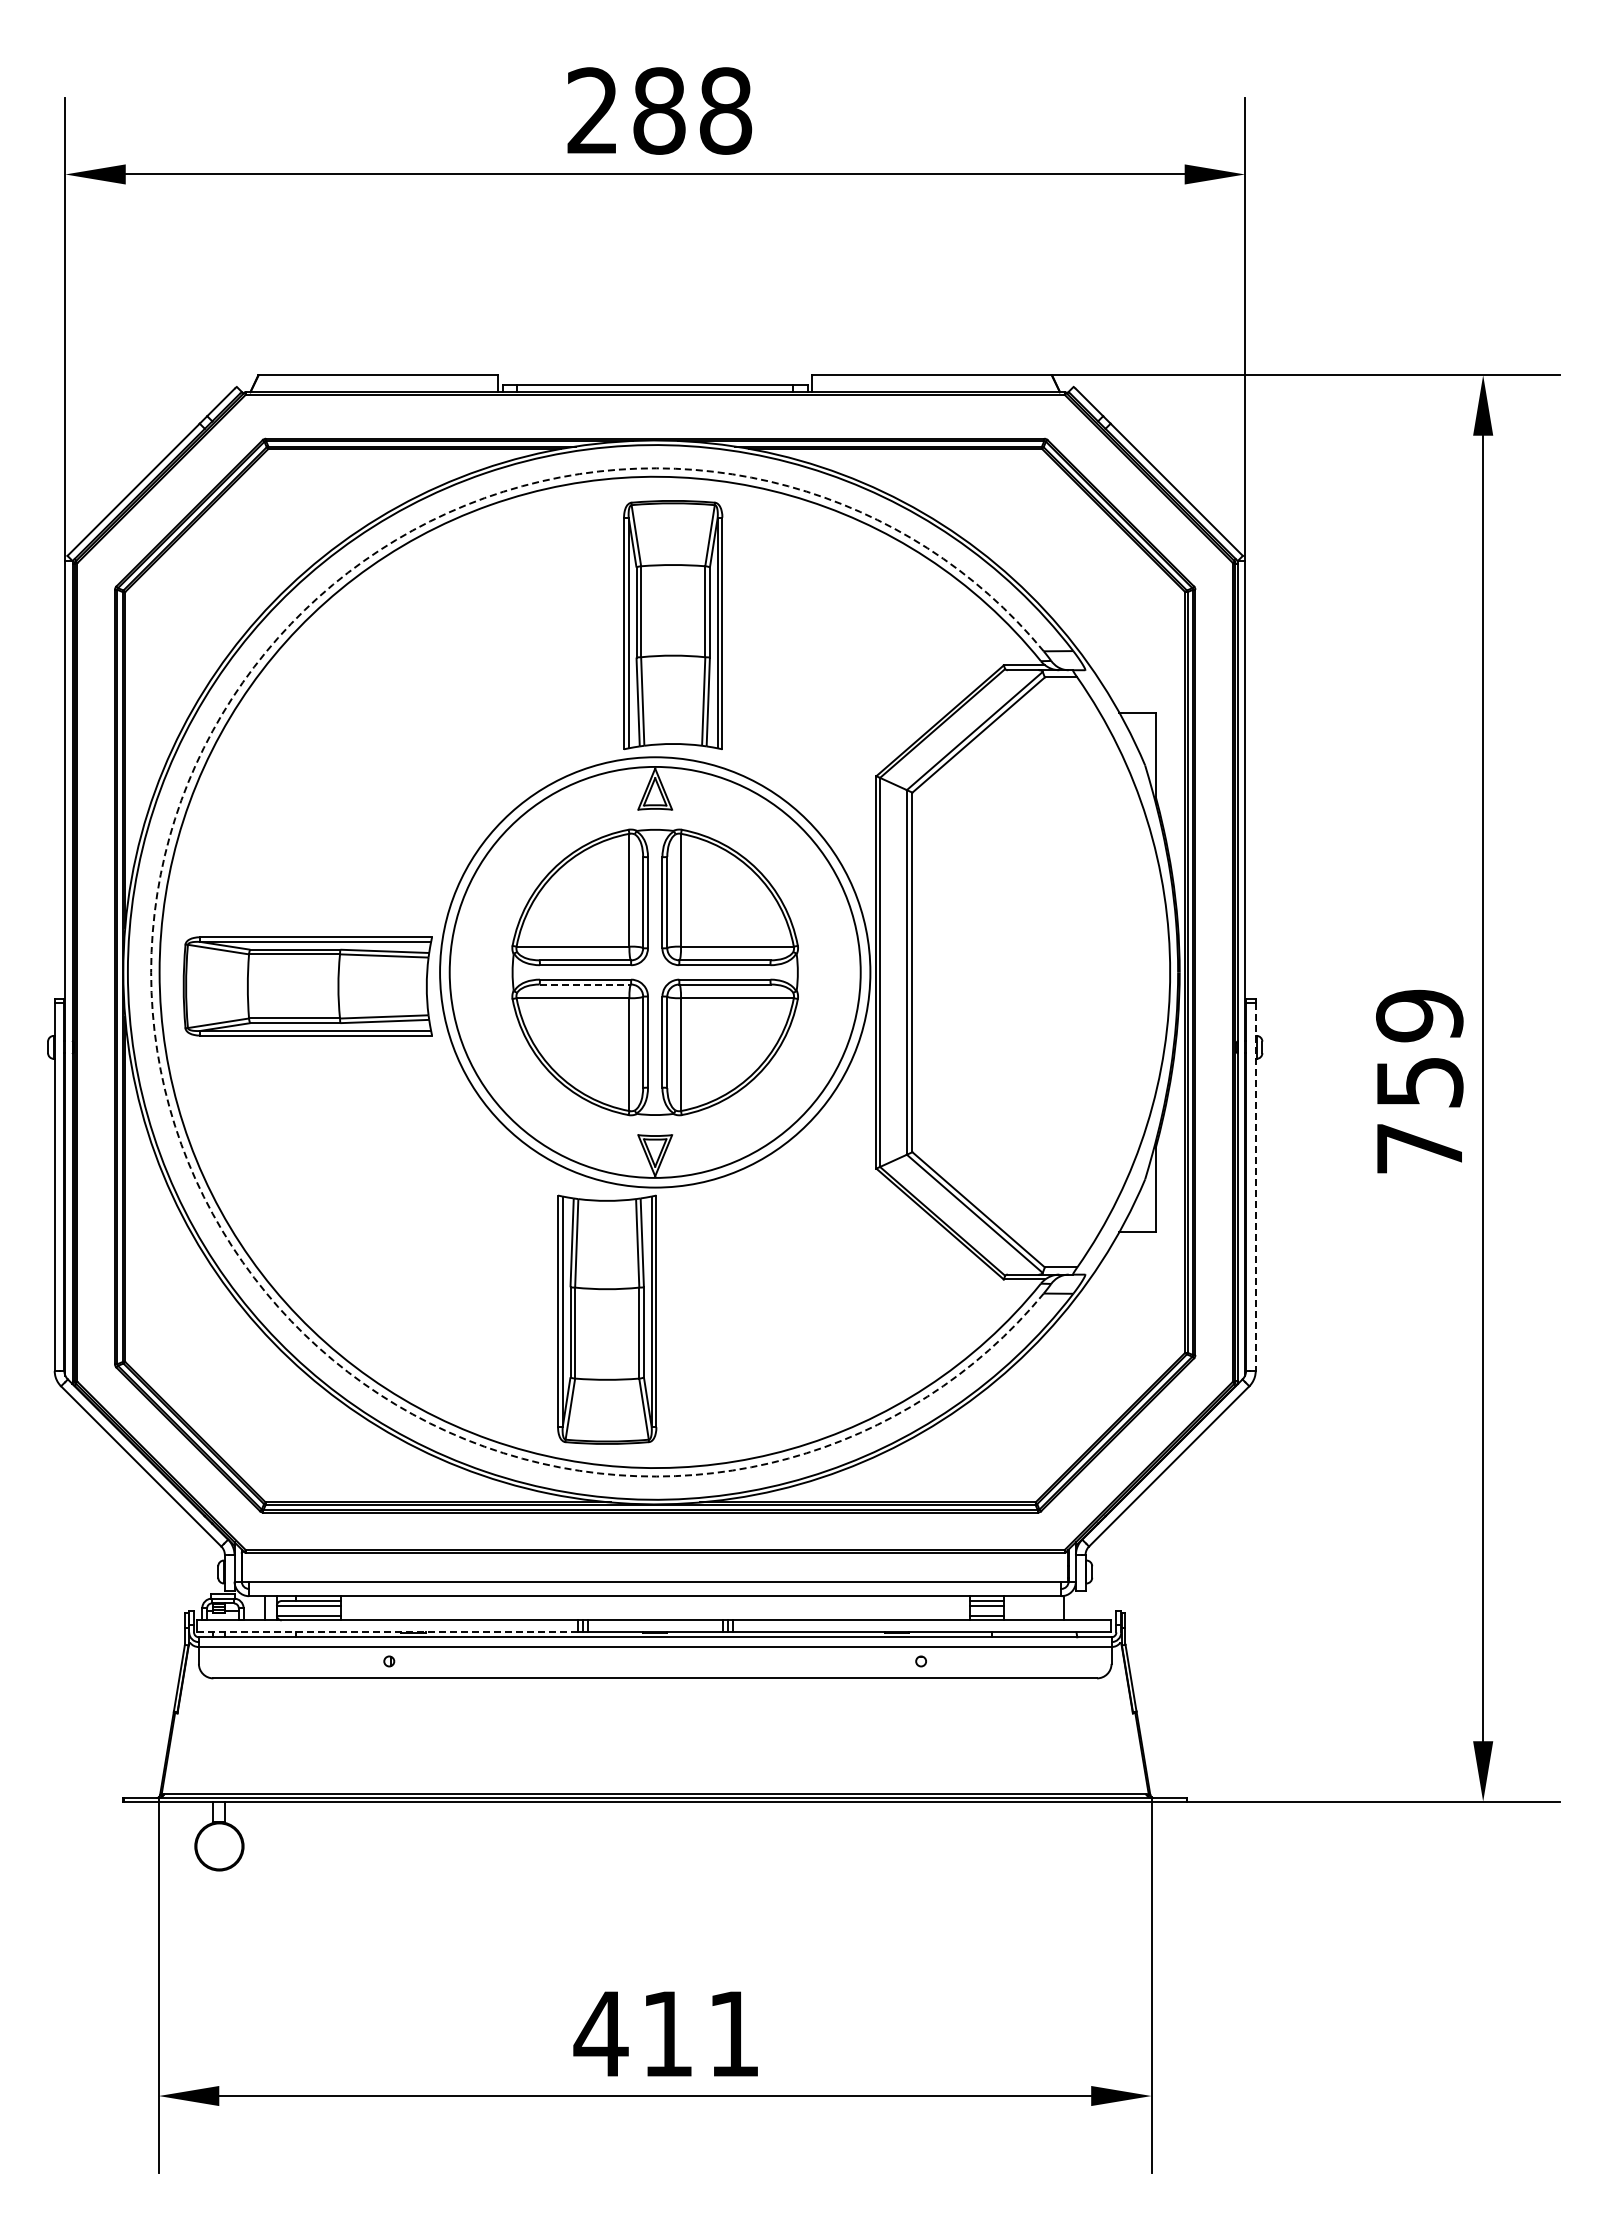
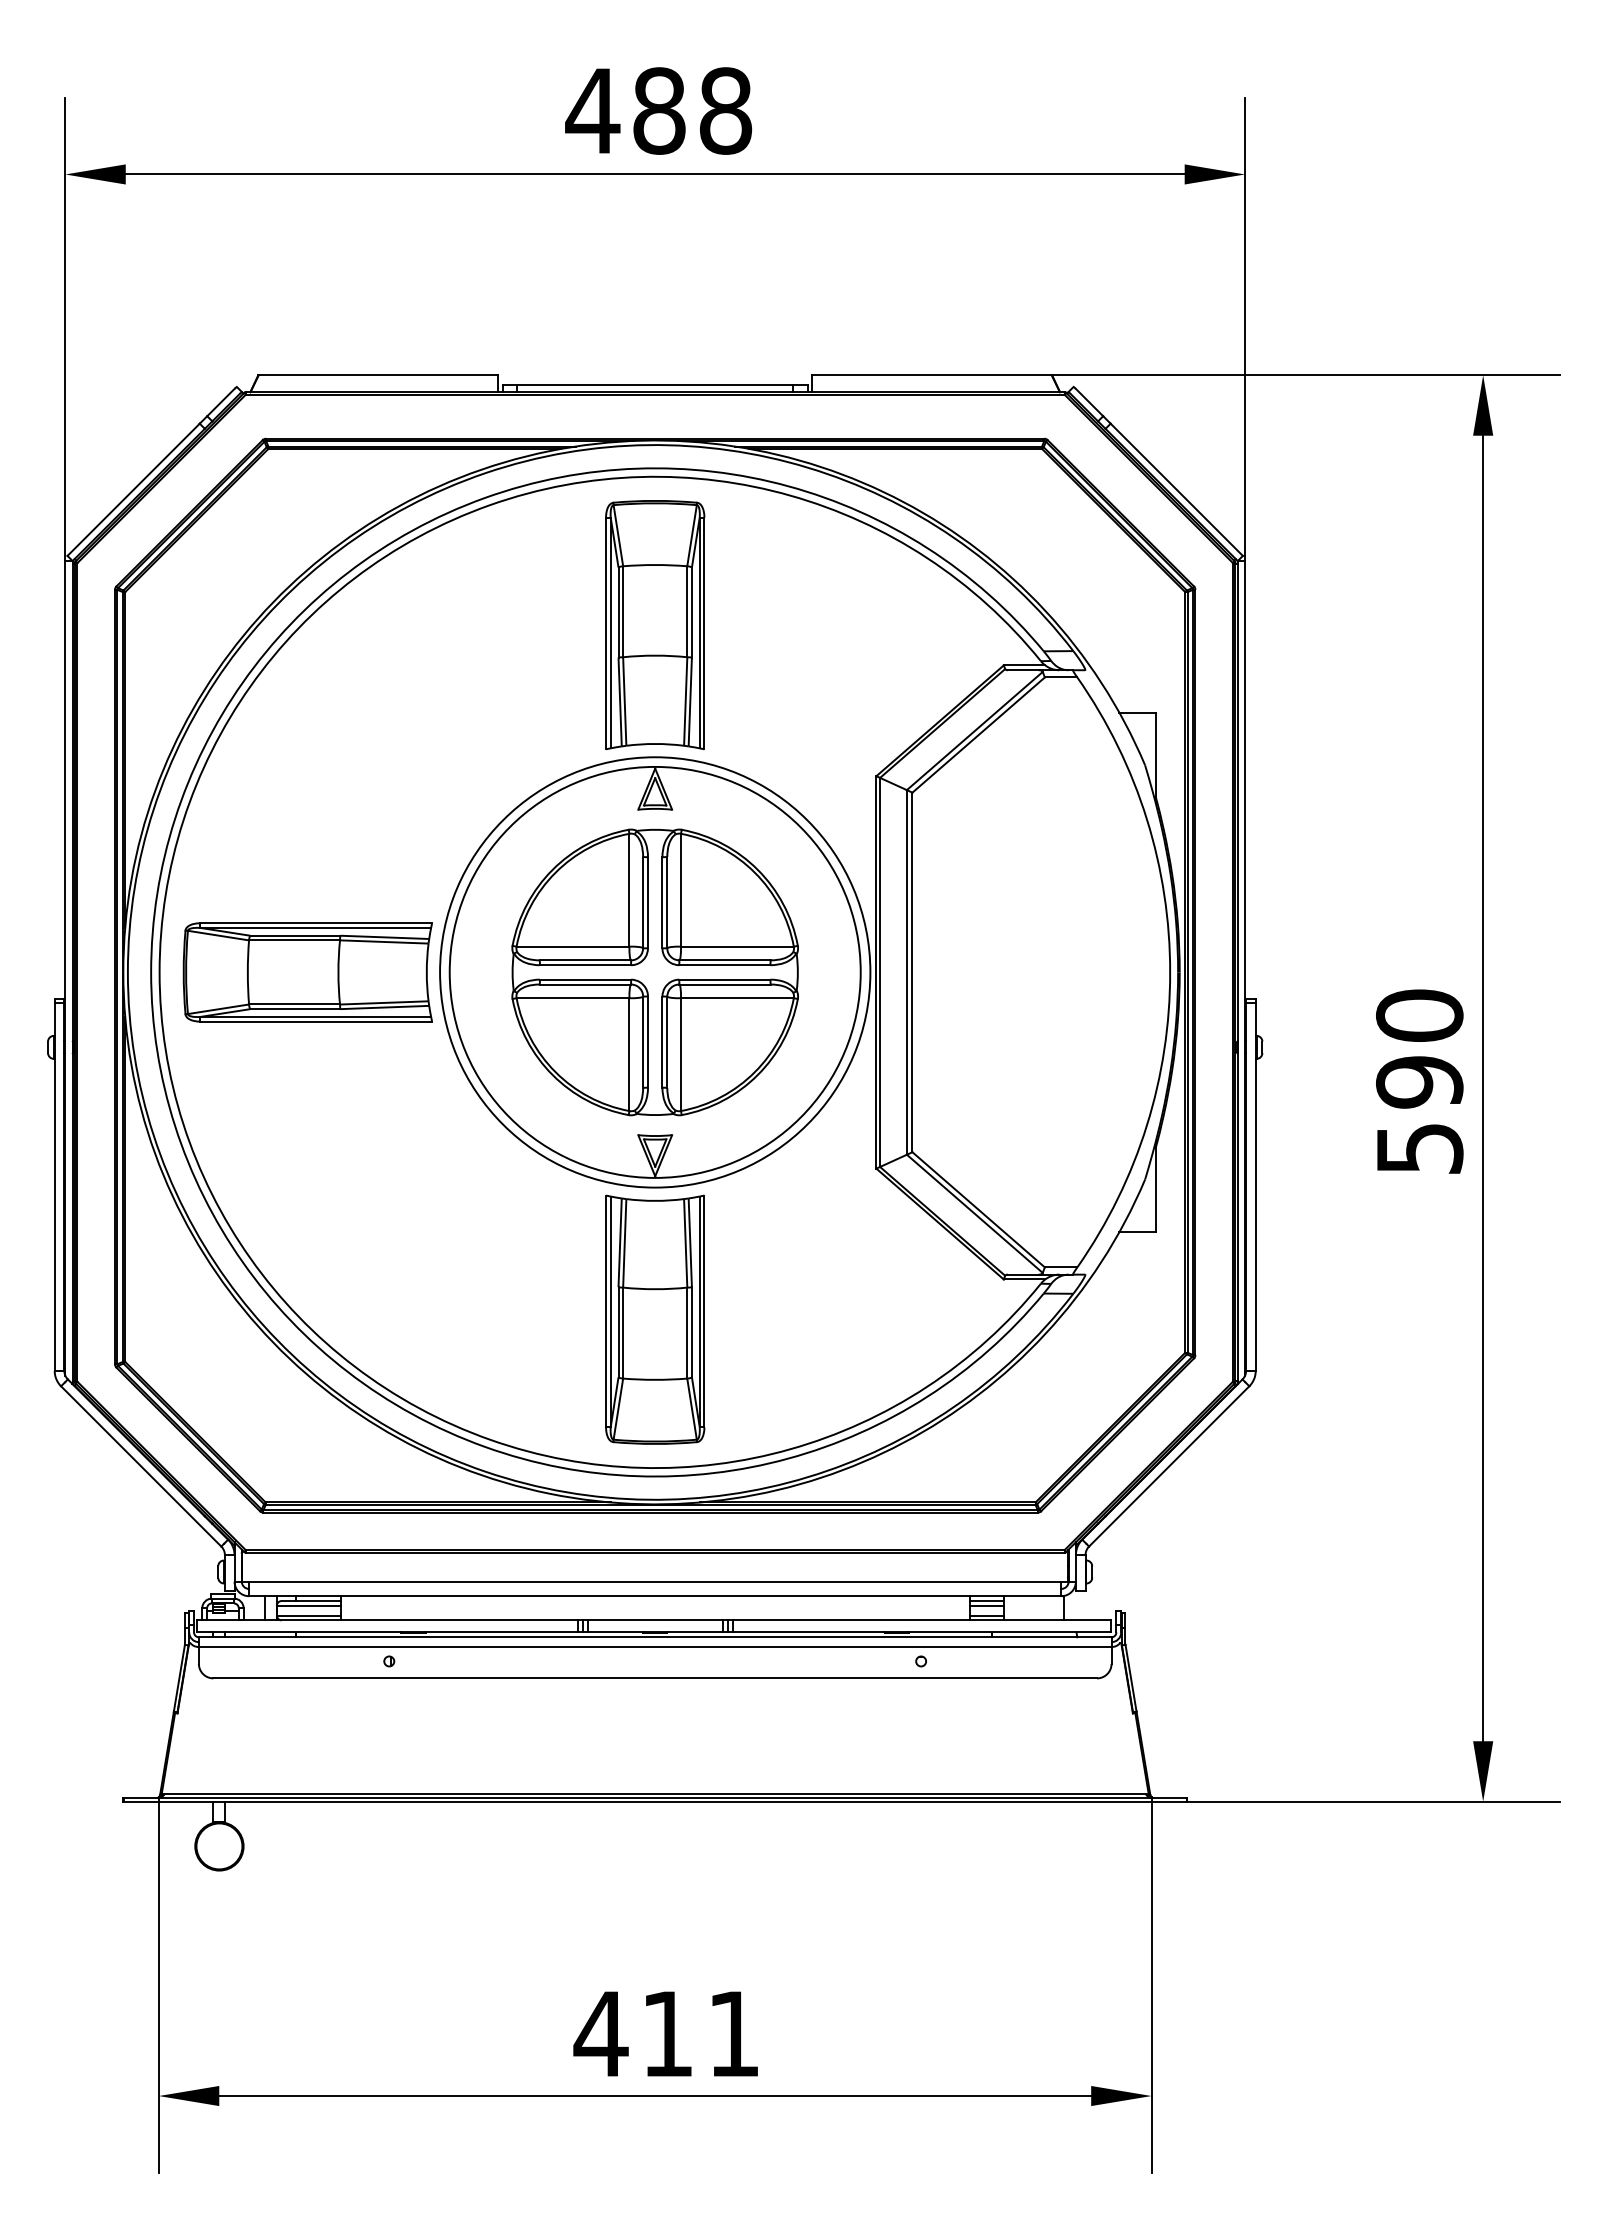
text at (592, 110): 288 -> 488
part at (673, 625) position: (673, 625) -> (655, 625)
arc at (151, 972): dashed -> solid
line at (585, 984): dashed -> solid
part at (307, 986) position: (307, 986) -> (307, 972)
text at (1419, 1081): 759 -> 590
line at (1255, 1187): dashed -> solid
part at (607, 1319) position: (607, 1319) -> (655, 1319)
line at (386, 1632): dashed -> solid
